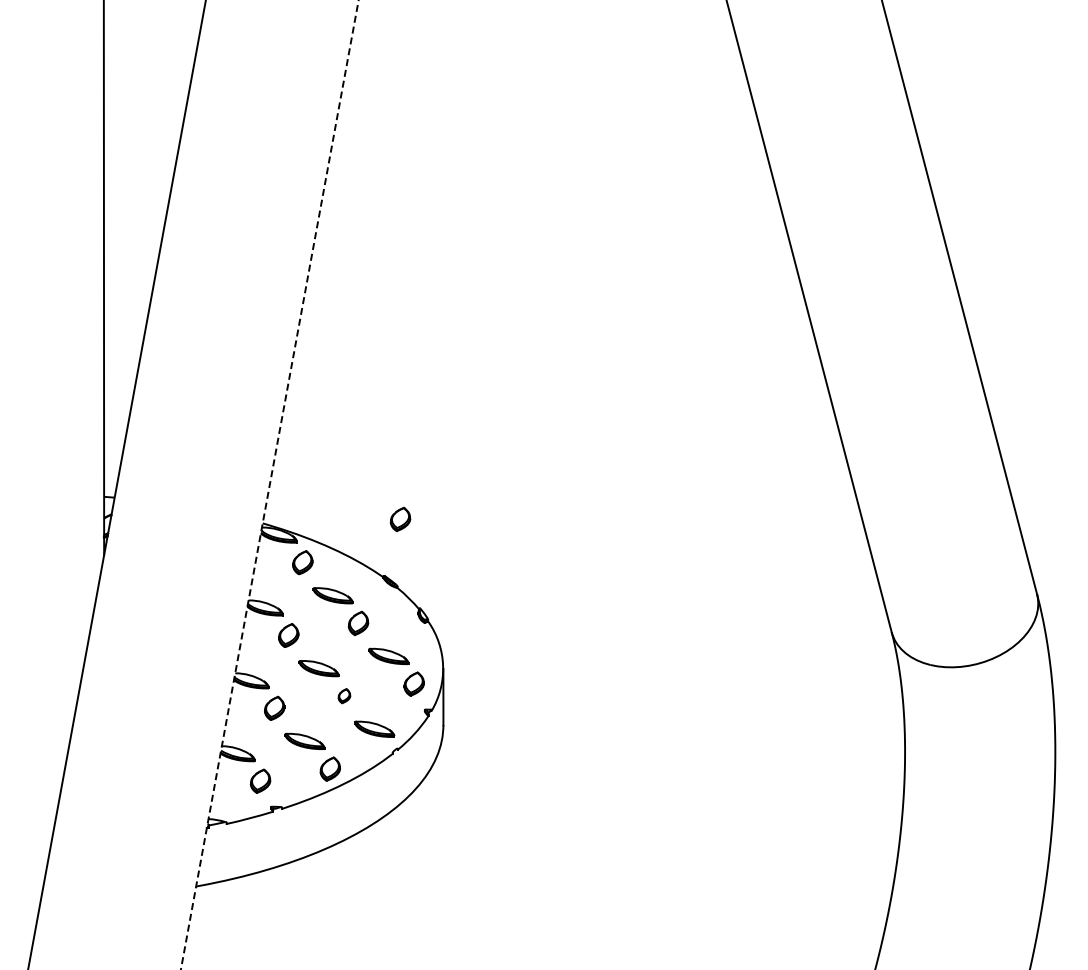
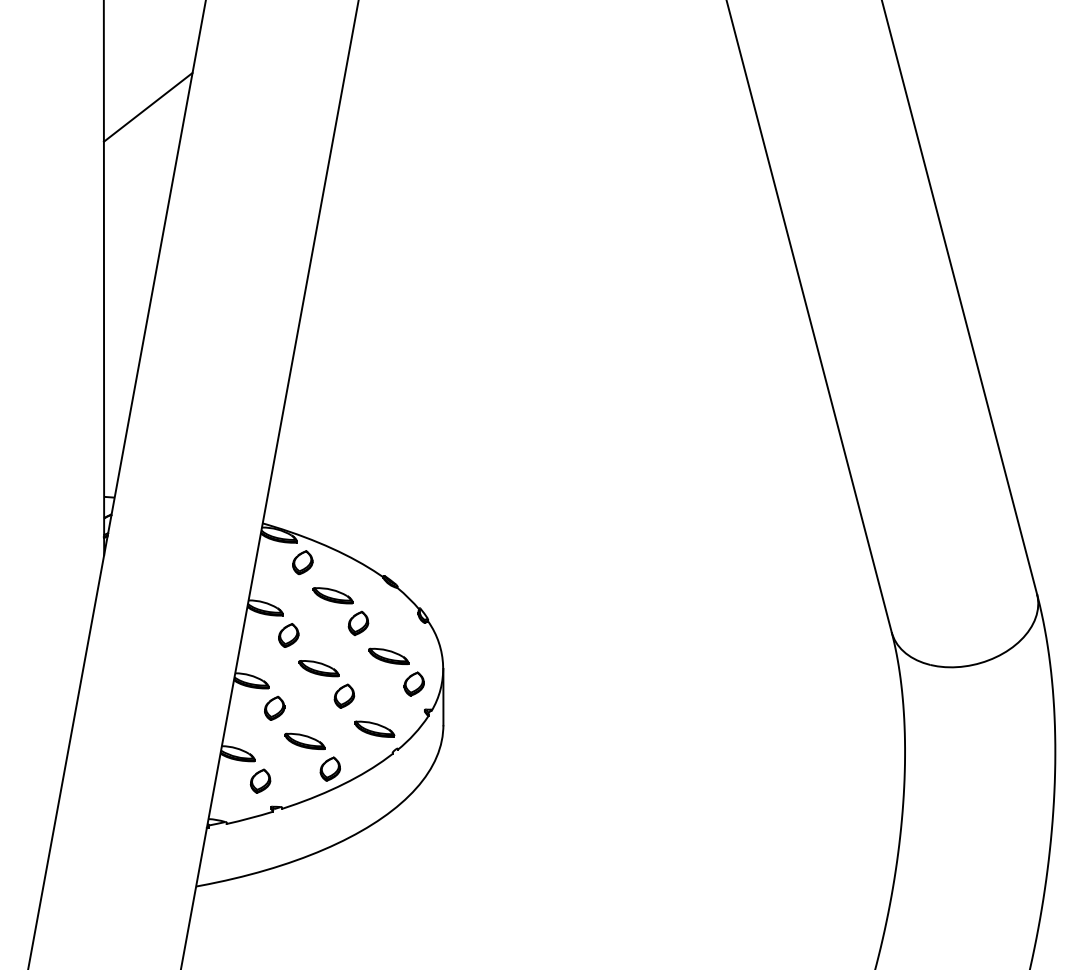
line at (147, 106): none -> present
line at (269, 484): dashed -> solid
part at (400, 518): present -> none
part at (344, 696) size: 15x17 px -> 23x26 px
